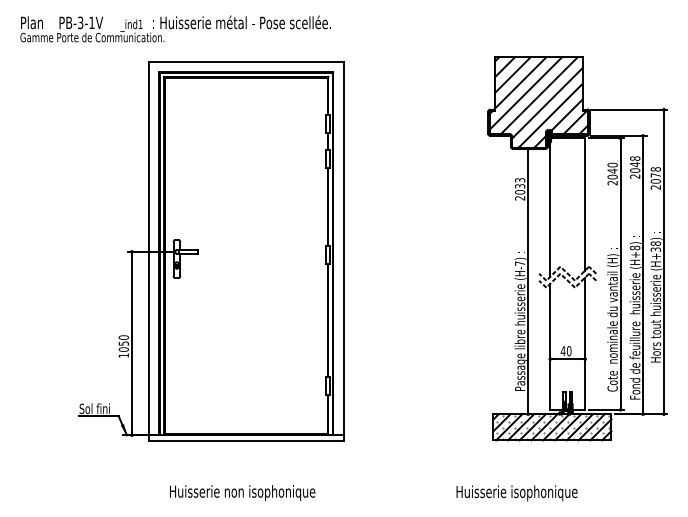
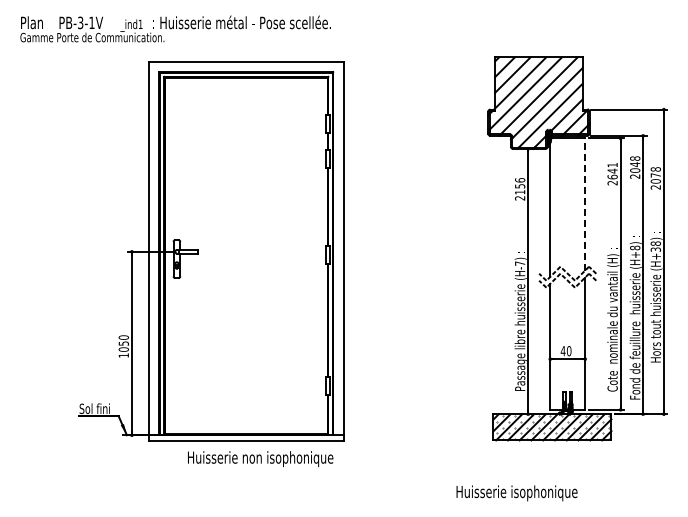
text at (612, 170): 2040 -> 2641
text at (520, 186): 2033 -> 2156
line at (585, 203): solid -> dashed
text at (242, 492) position: (242, 492) -> (260, 458)
